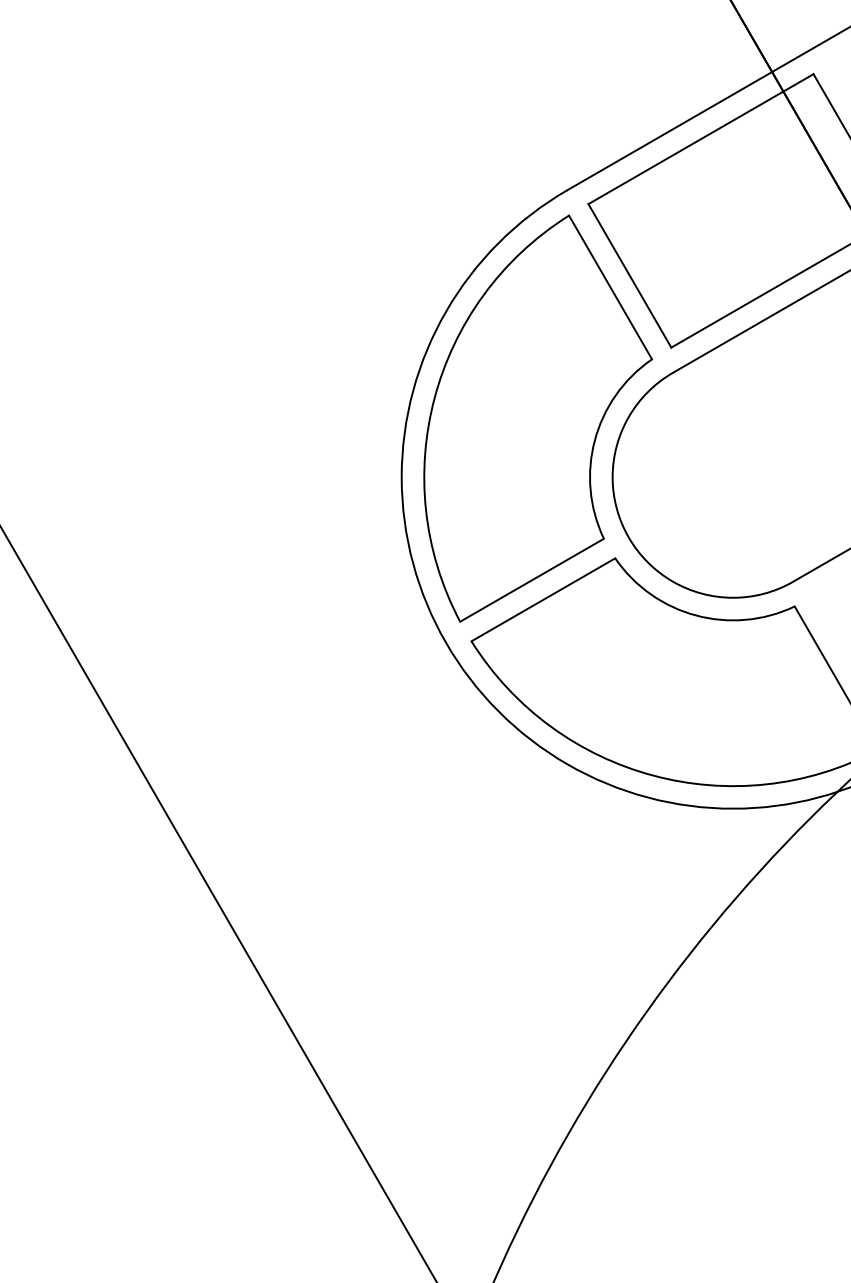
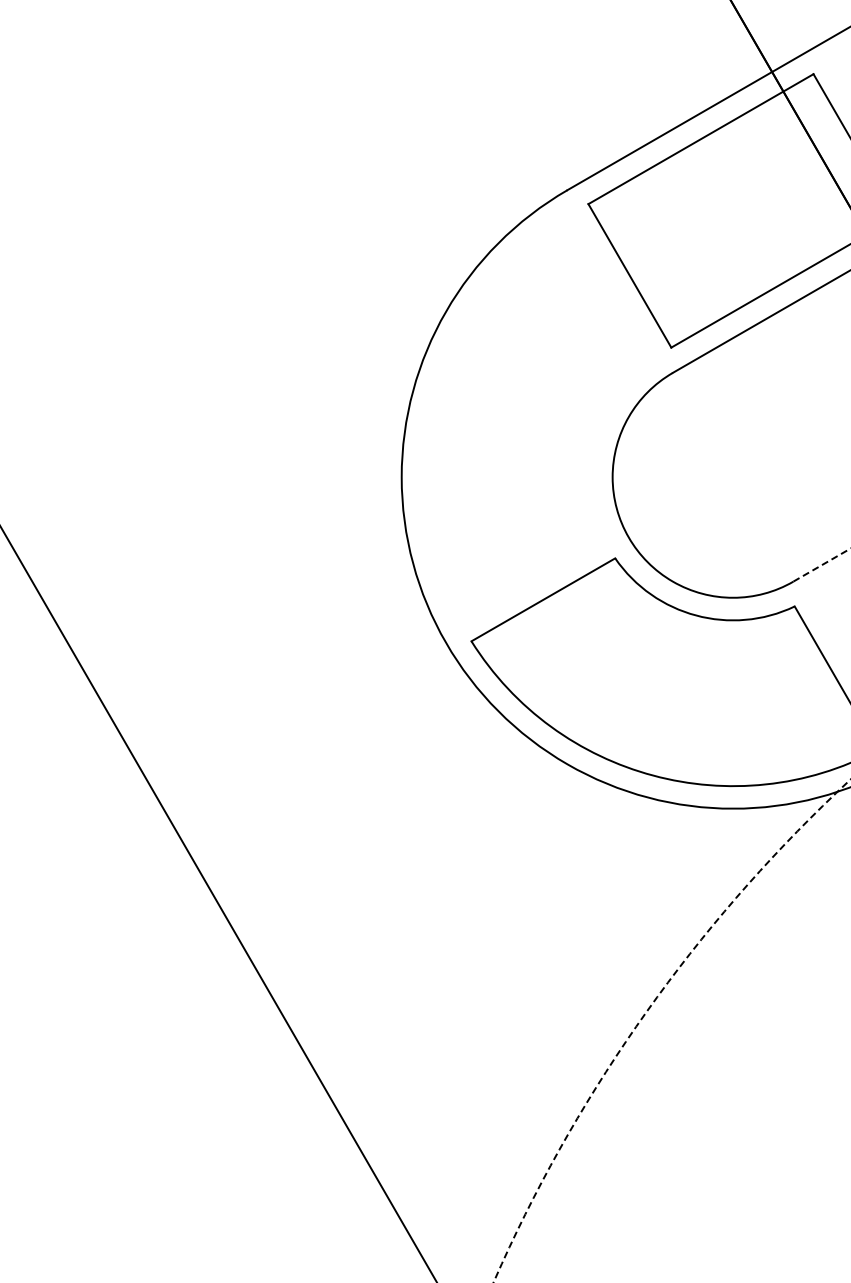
part at (538, 418): present -> none
line at (822, 565): solid -> dashed
circle at (671, 1030): solid -> dashed
